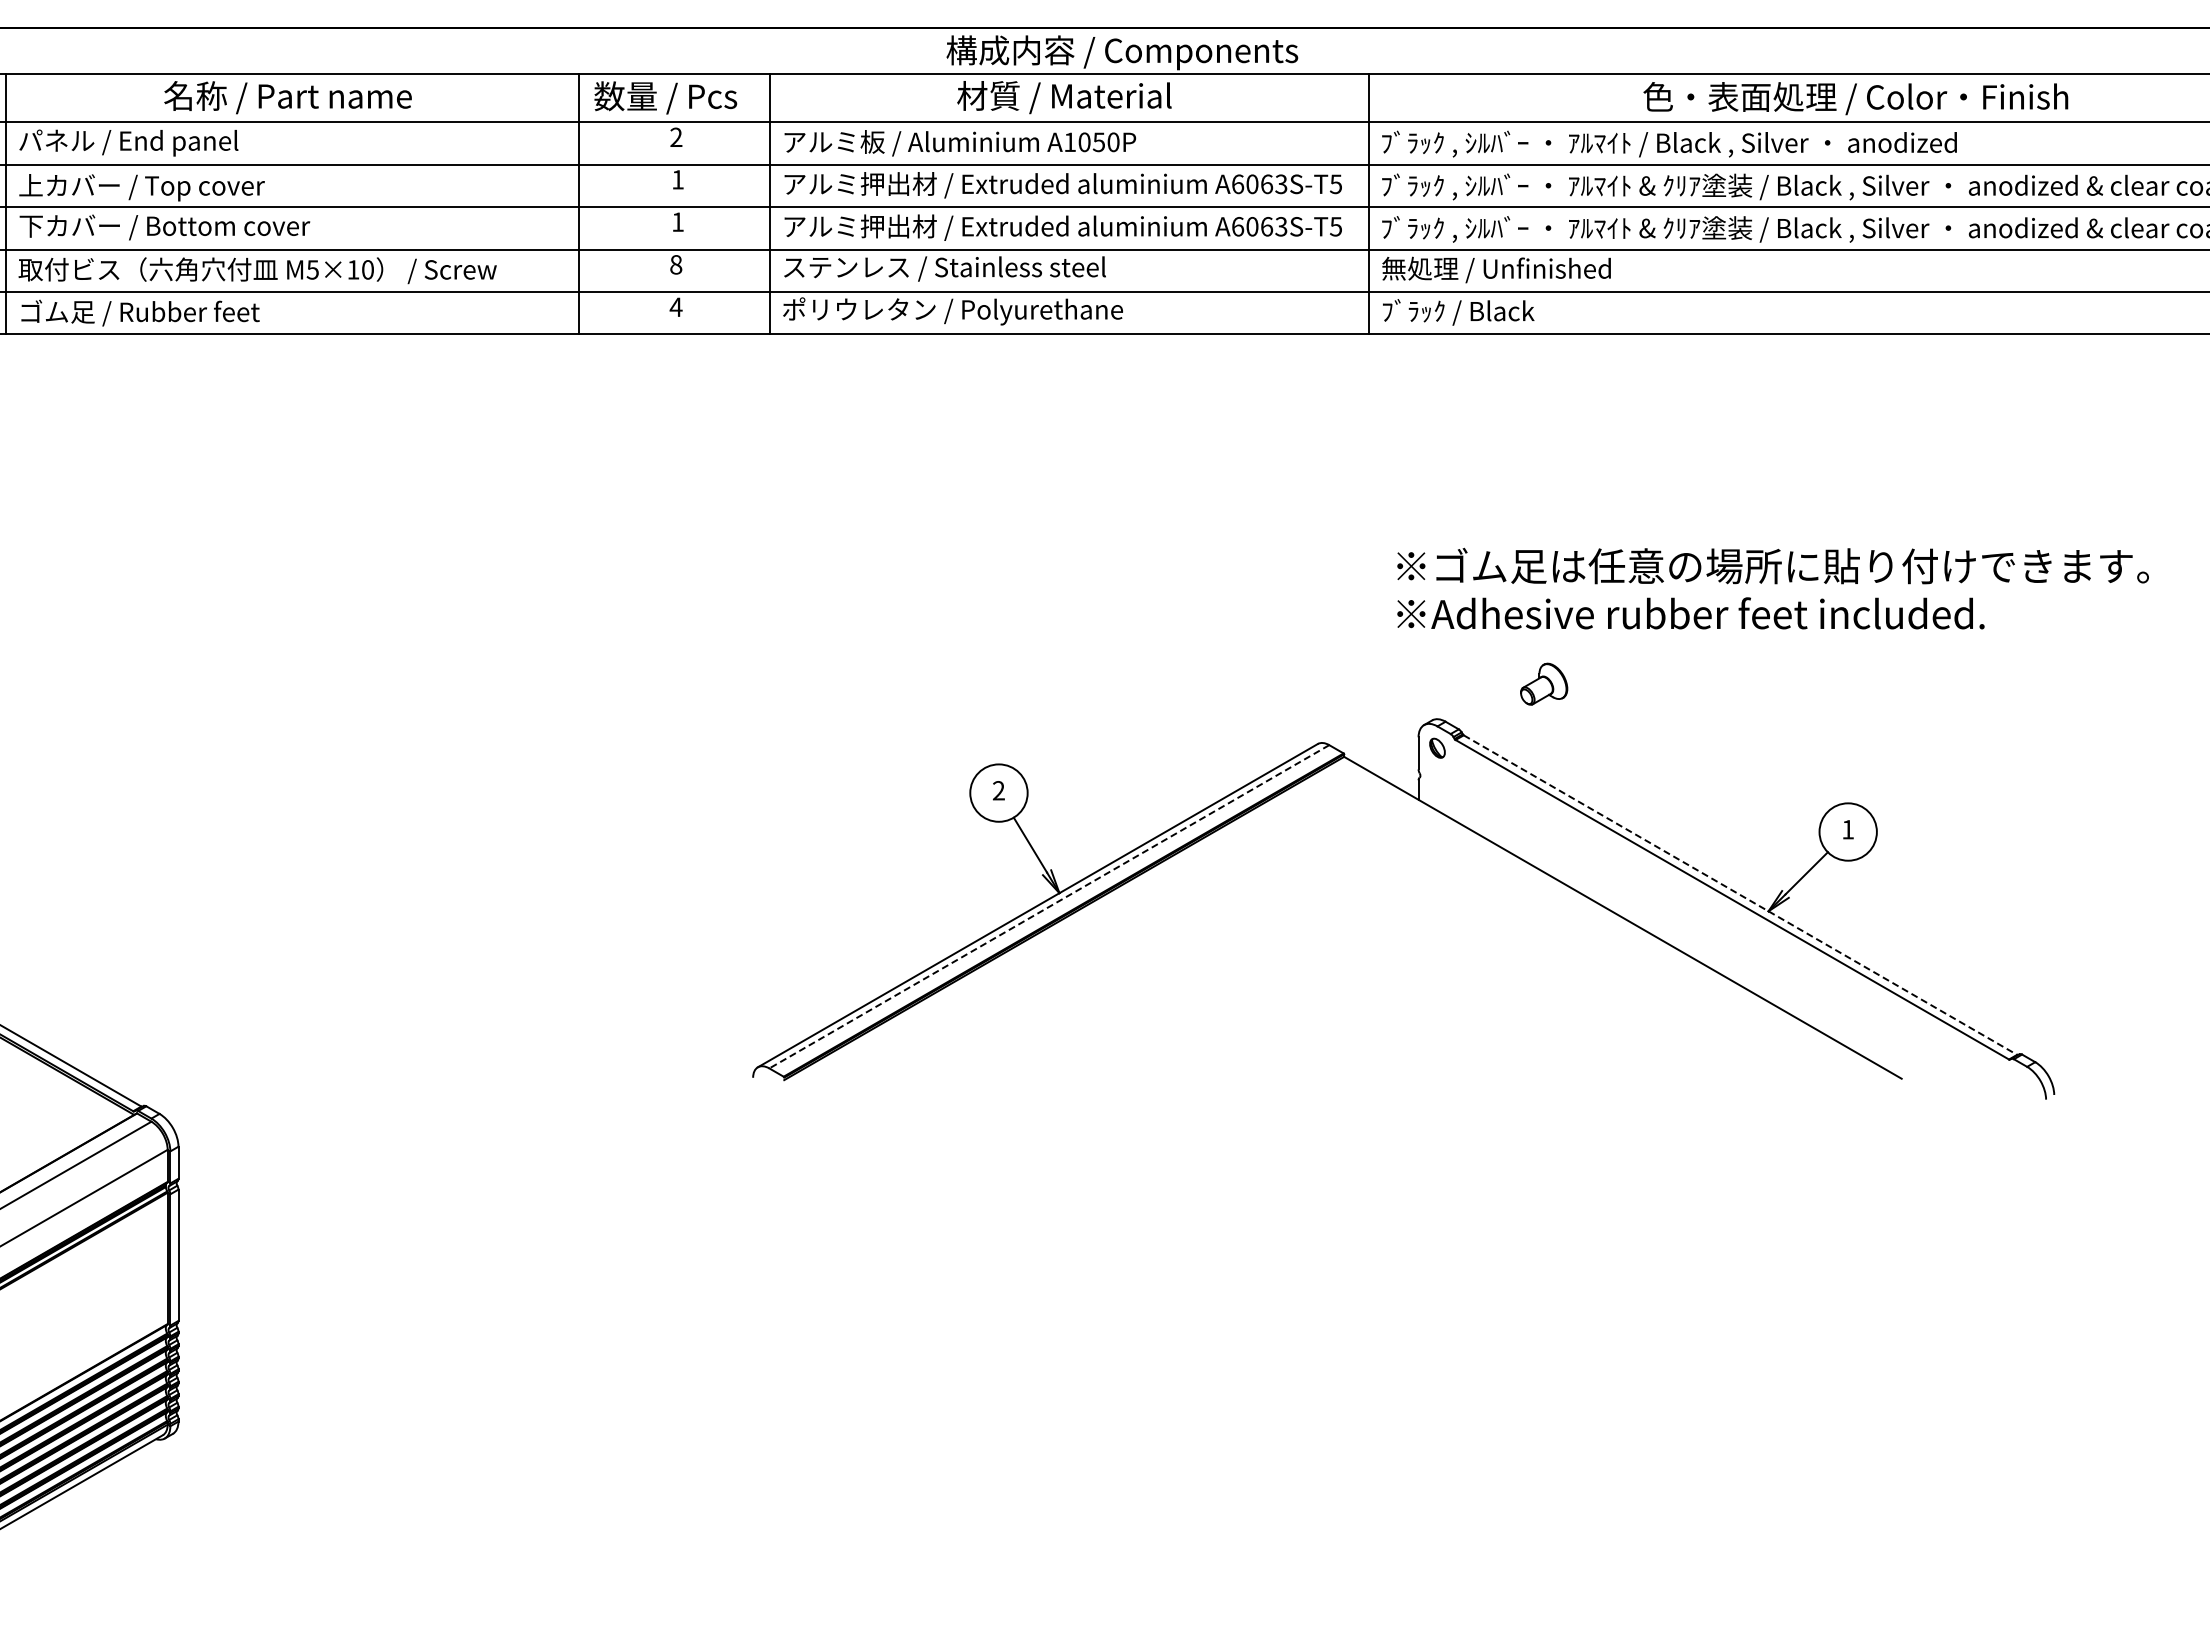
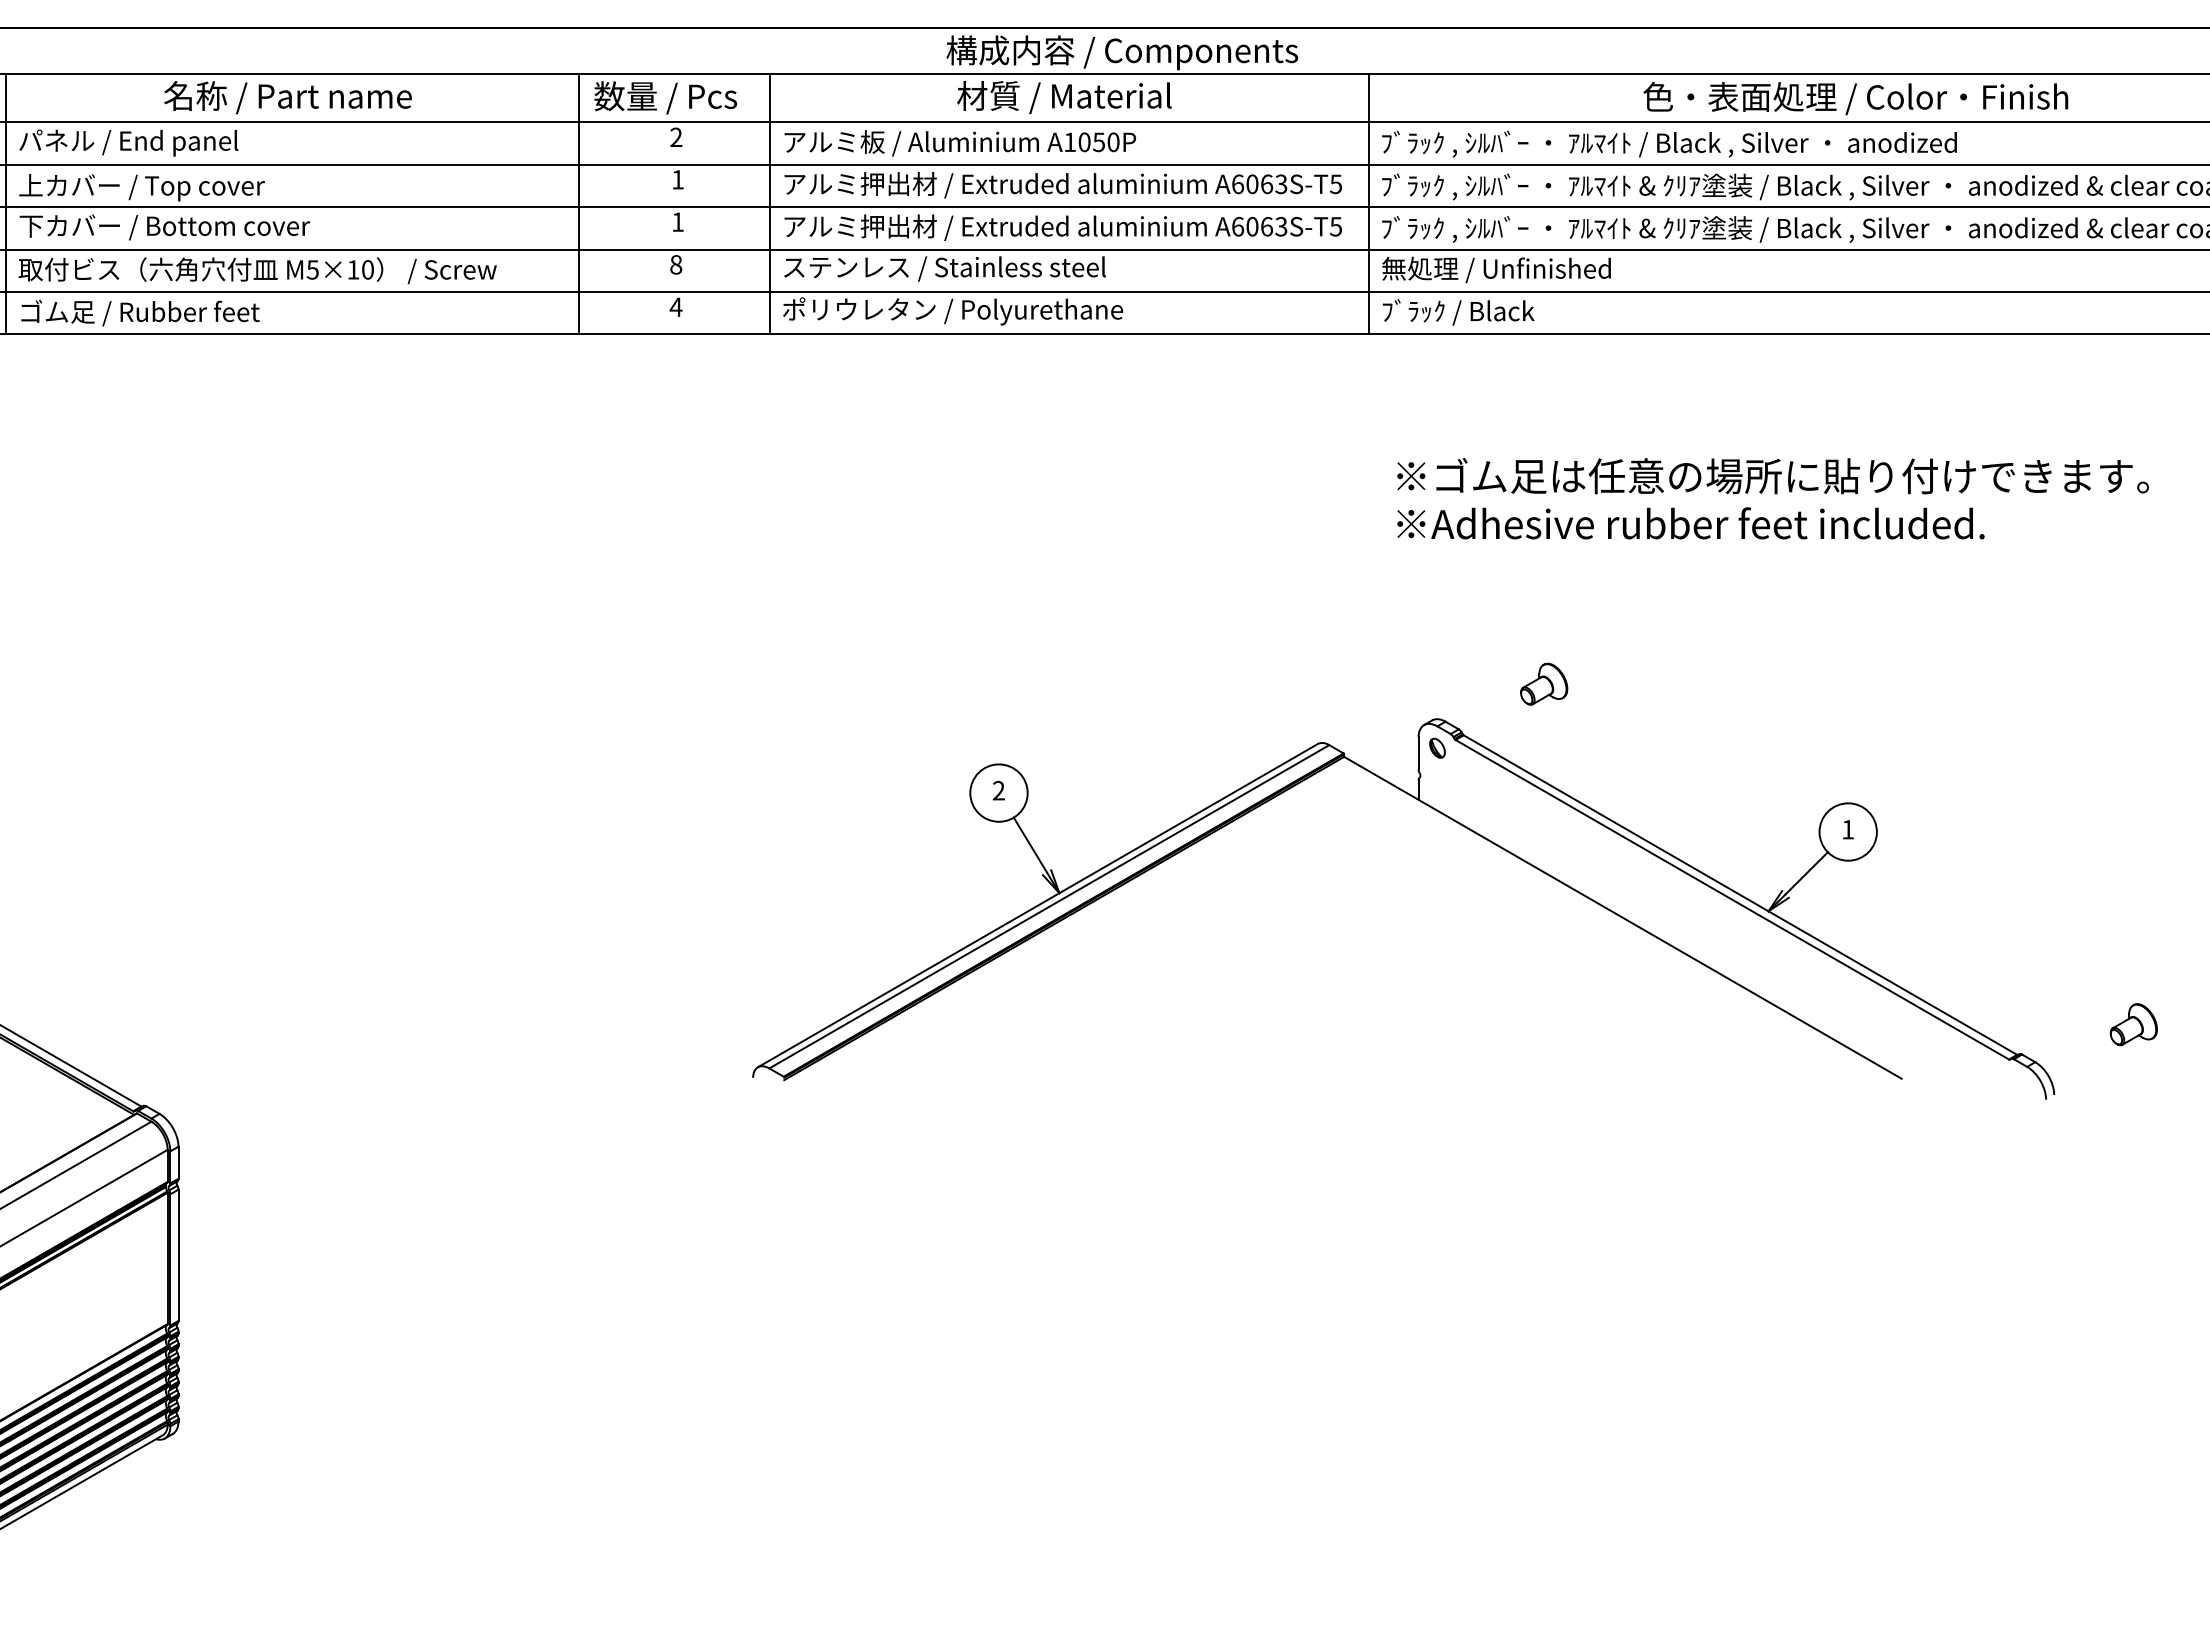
text at (1772, 588) position: (1772, 588) -> (1772, 498)
line at (1740, 895): dashed -> solid
line at (1048, 907): dashed -> solid
part at (2133, 1024): none -> present
